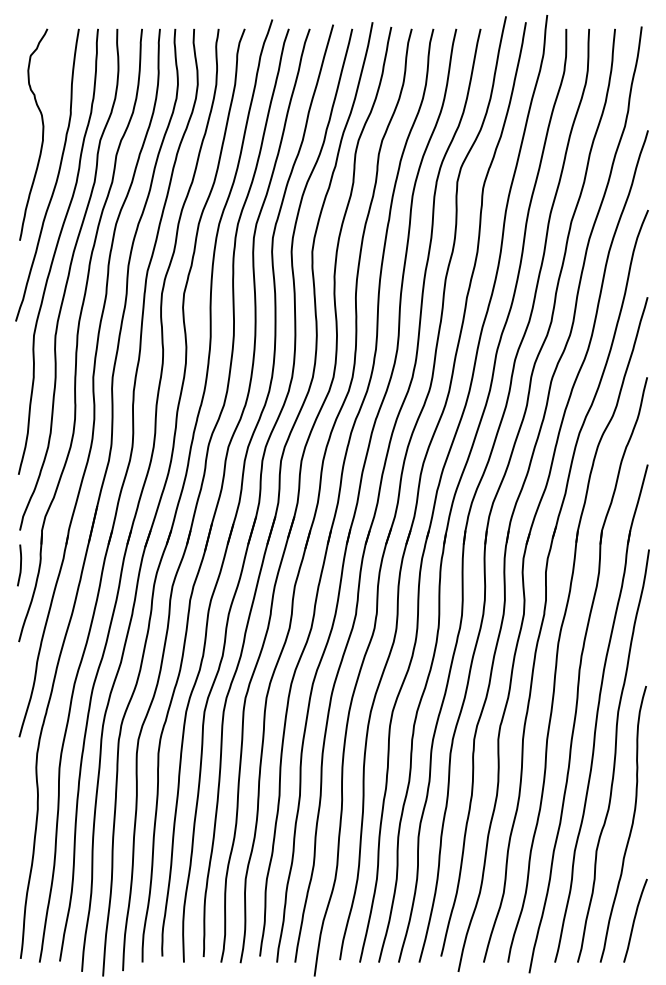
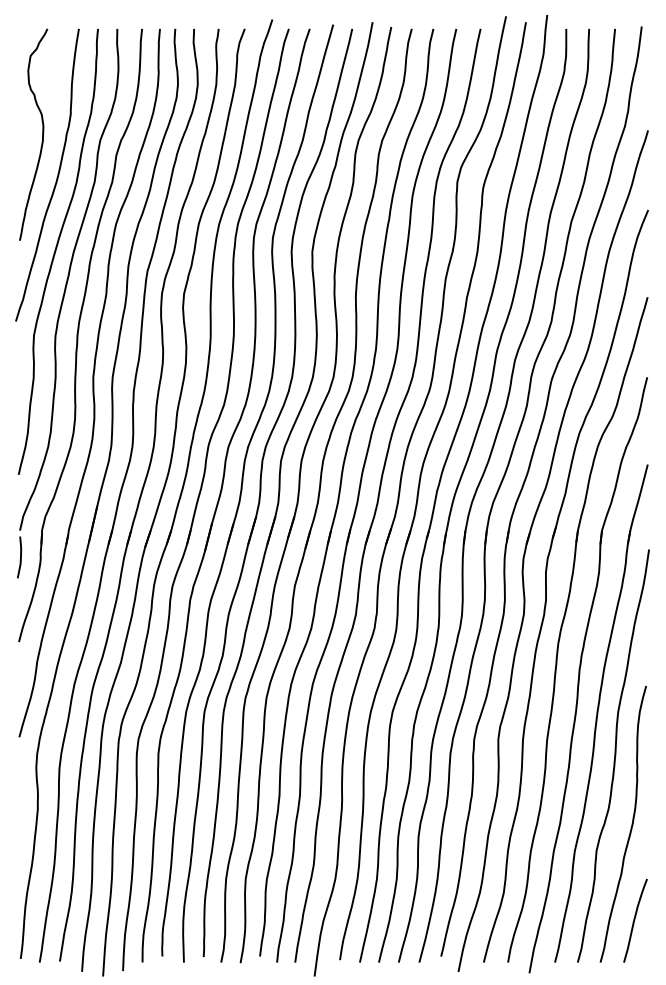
curve at (20, 565) position: (20, 565) -> (20, 557)
